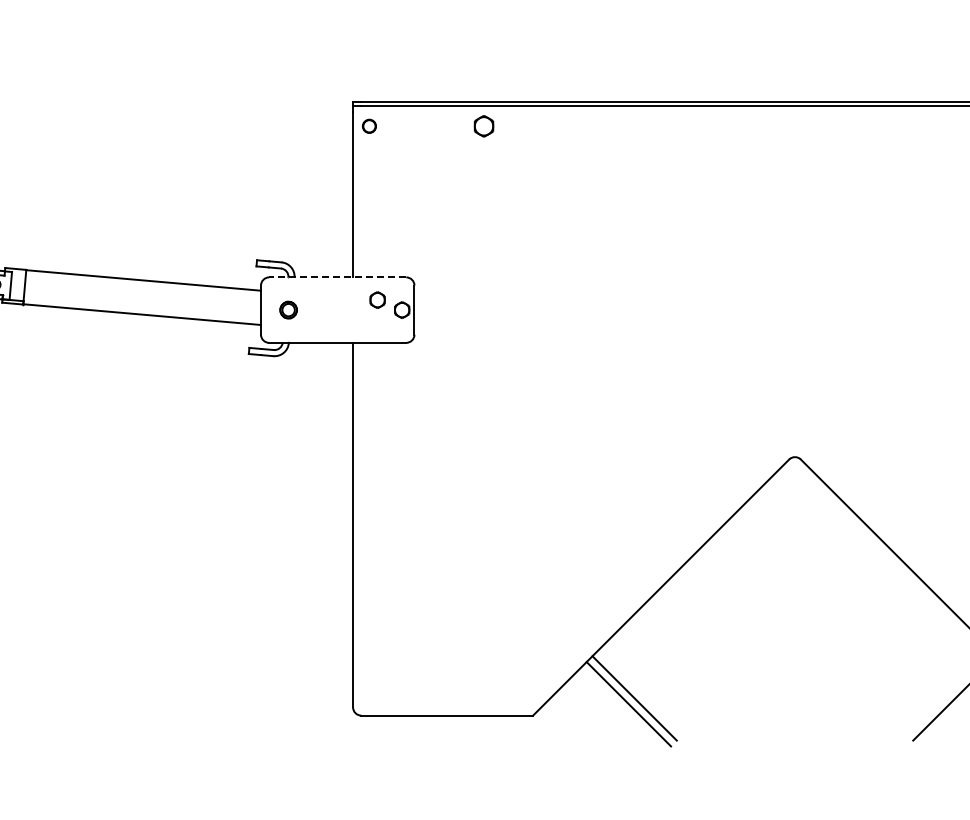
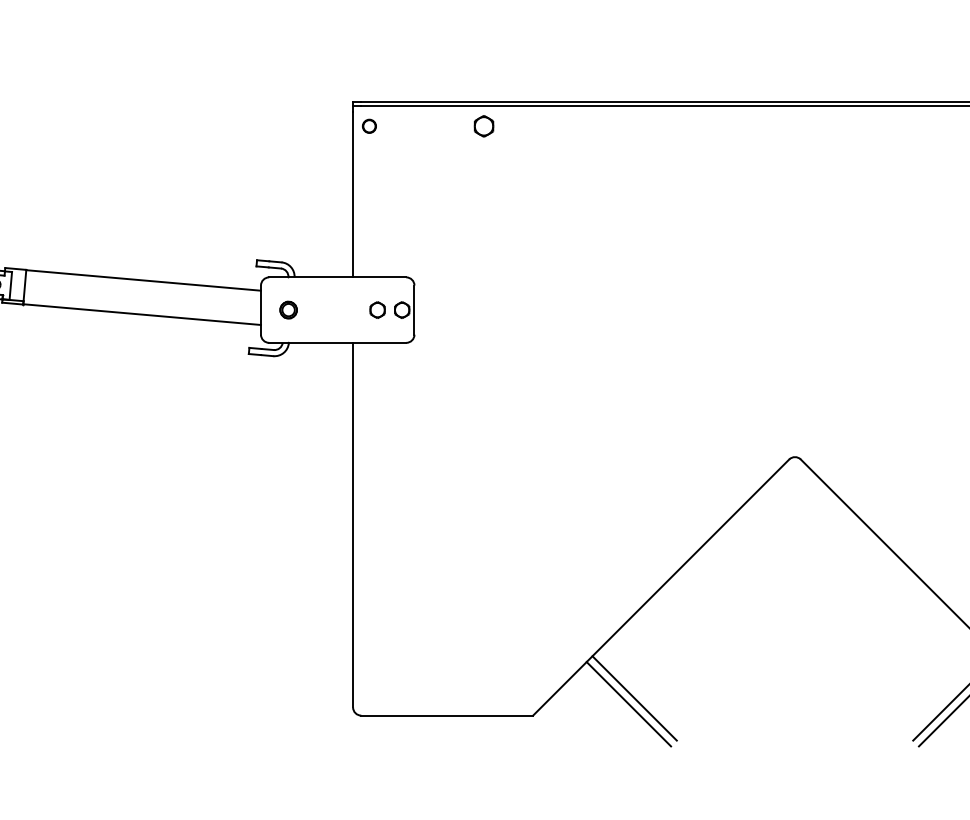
line at (337, 277): dashed -> solid
part at (377, 299) position: (377, 299) -> (377, 309)
line at (942, 722): none -> present
